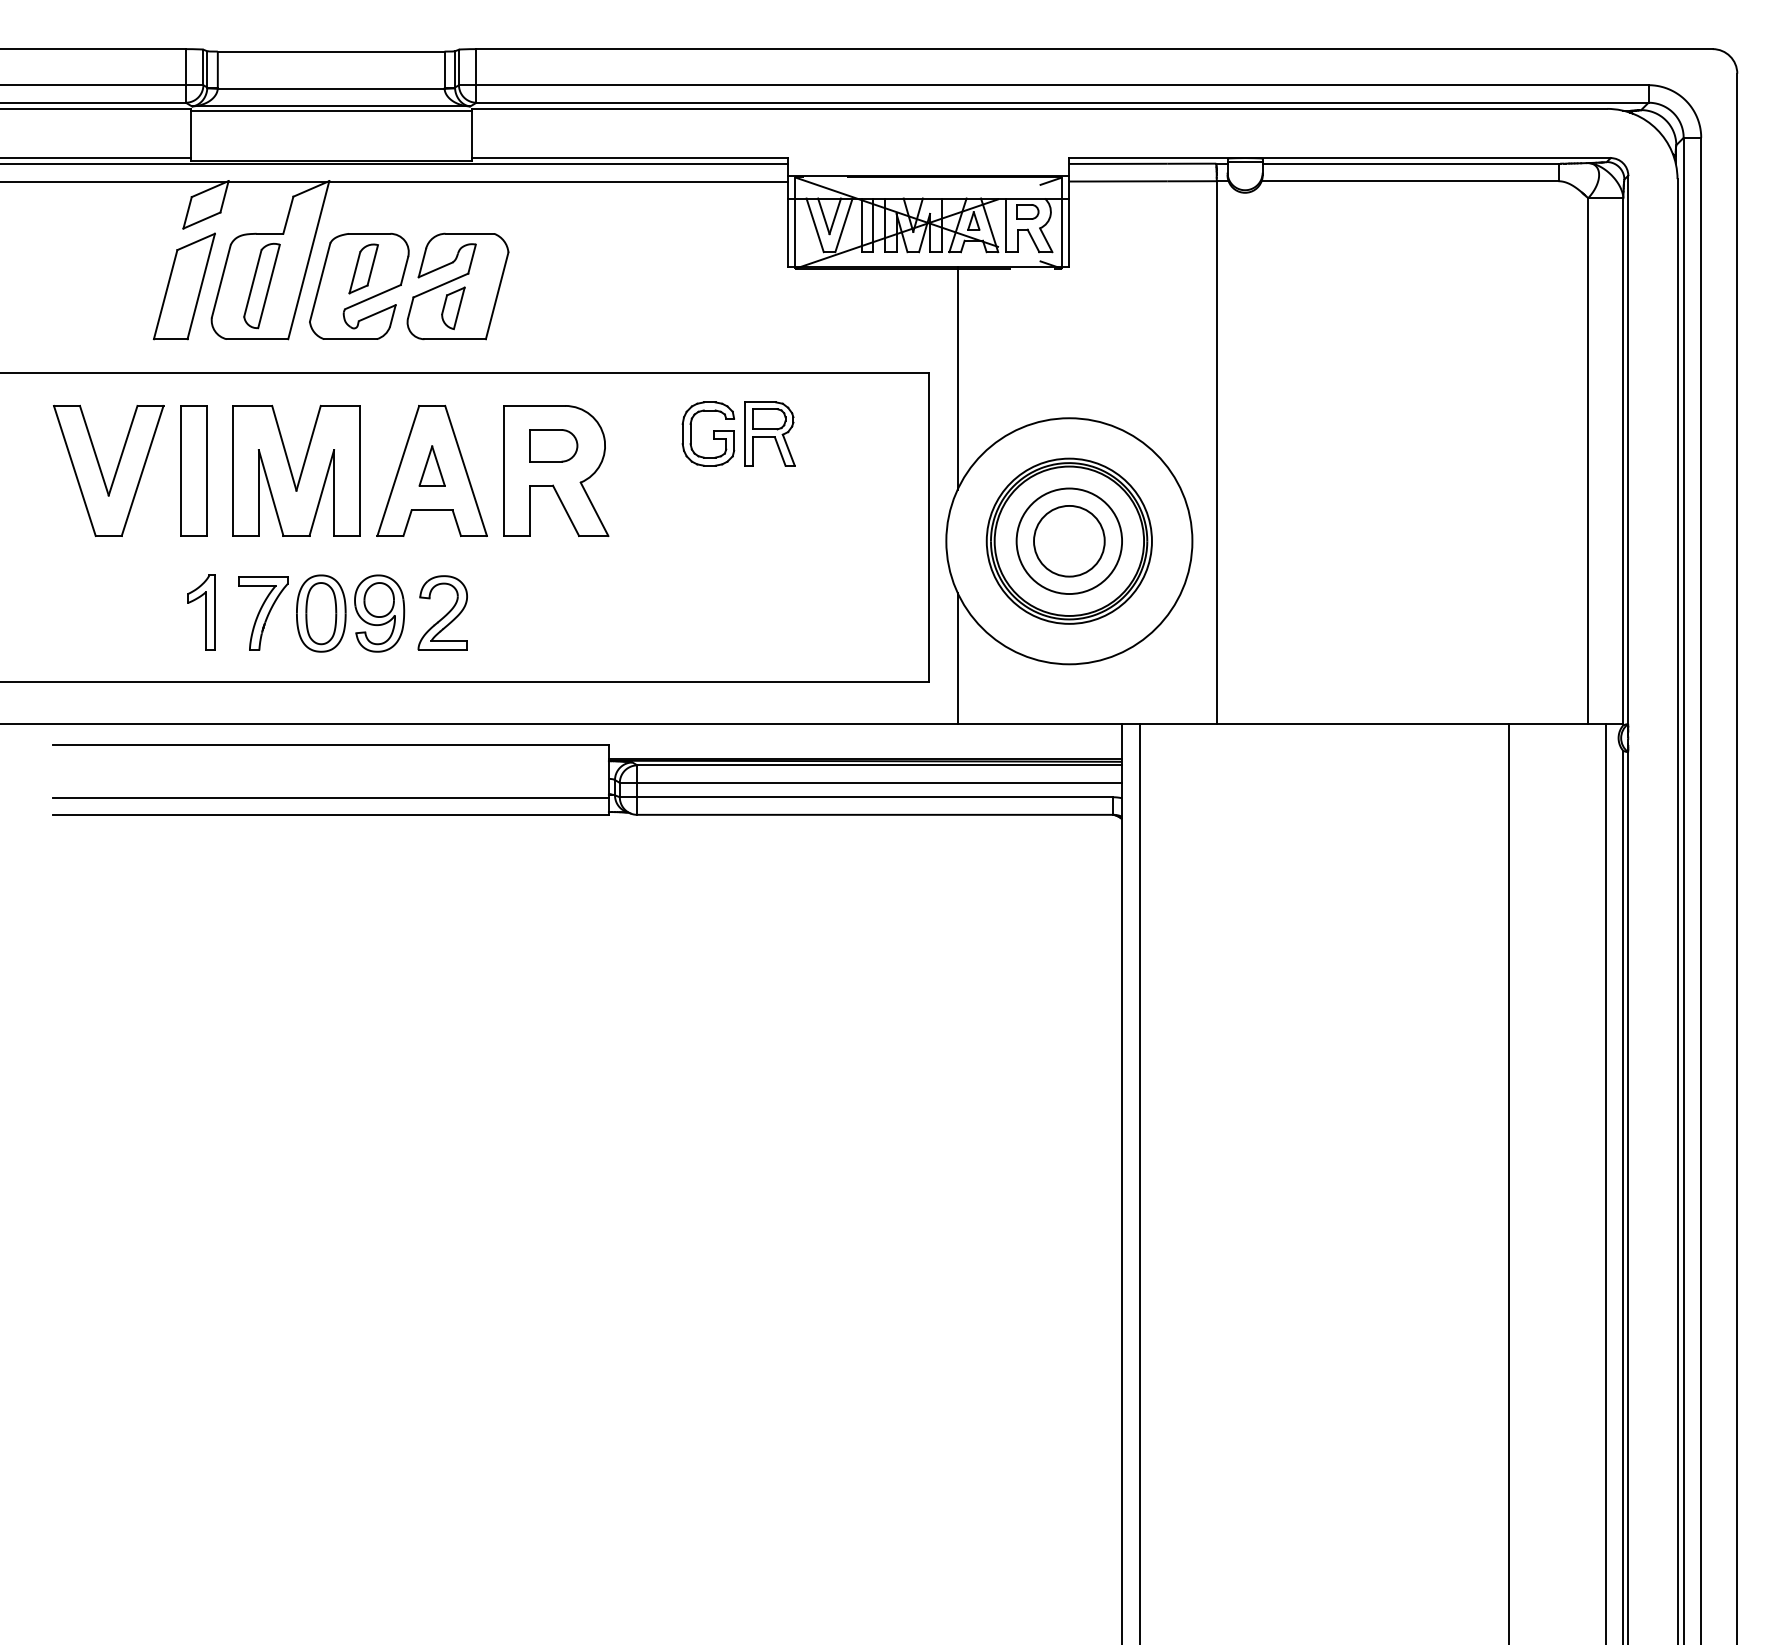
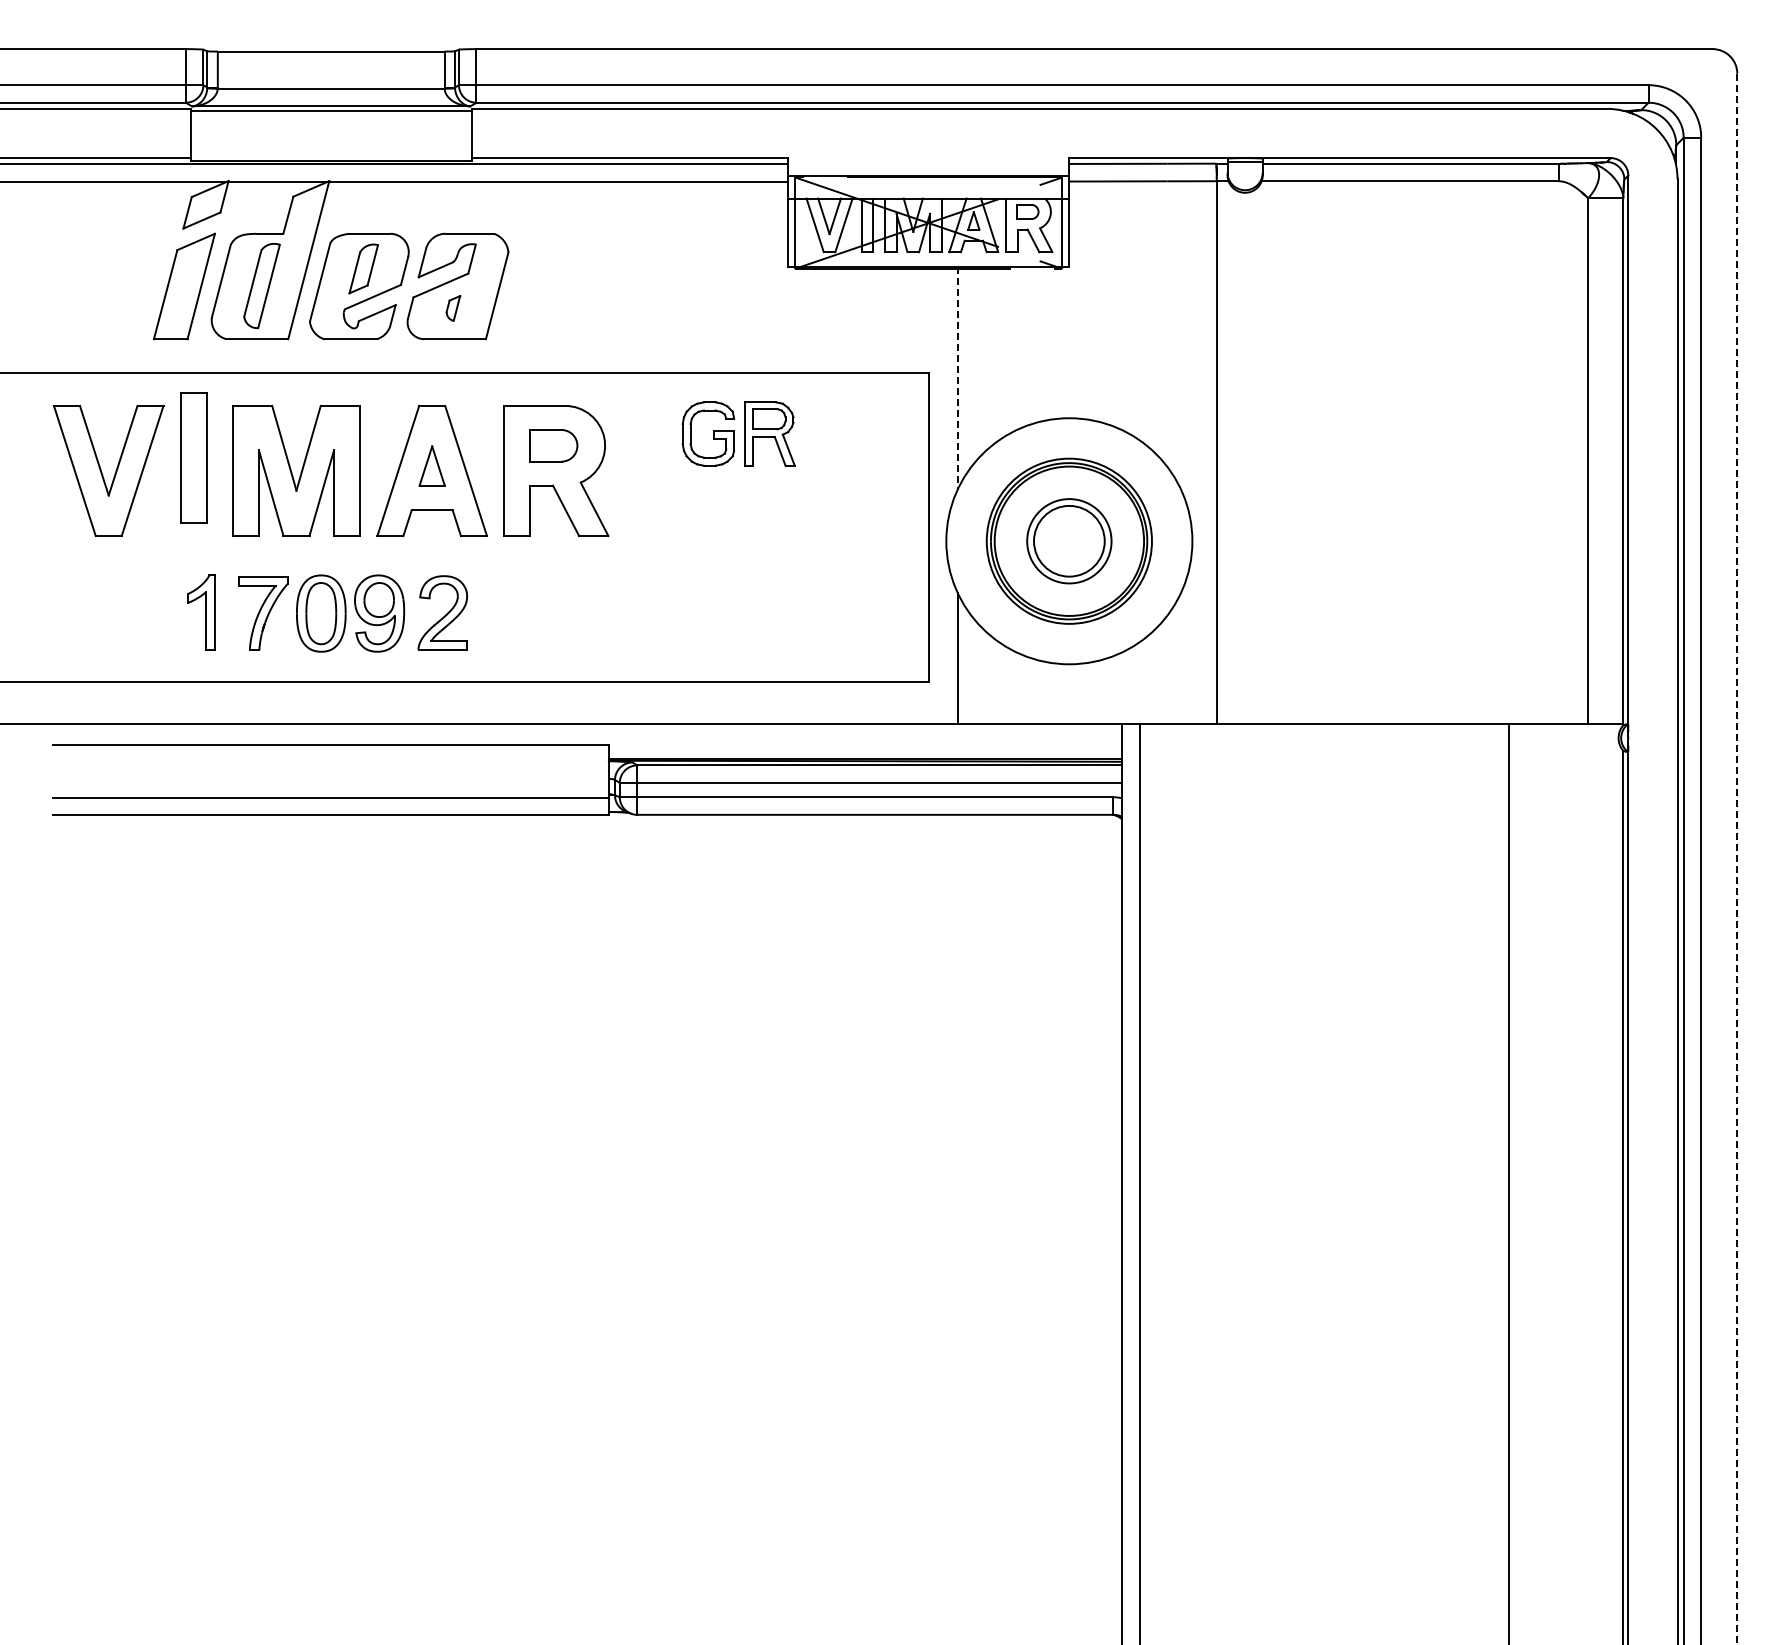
part at (453, 308) size: 25x45 px -> 17x27 px
line at (957, 379): solid -> dashed
part at (193, 470) position: (193, 470) -> (193, 457)
circle at (1069, 541) diameter: 105 px -> 84 px
line at (1737, 859): solid -> dashed
line at (1605, 1182): present -> none
